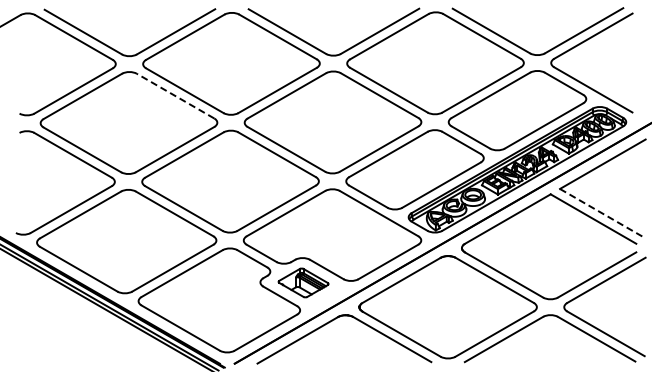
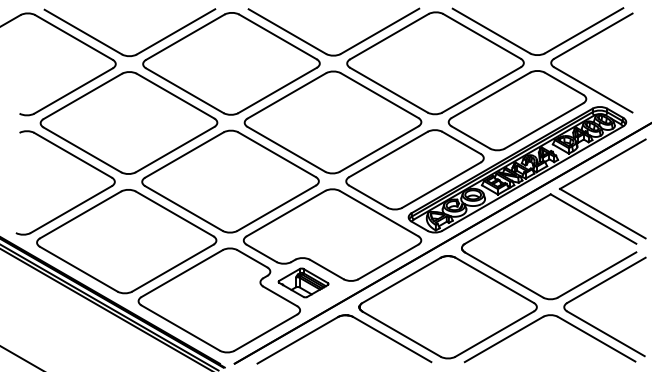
line at (175, 96): dashed -> solid
line at (603, 213): dashed -> solid
line at (20, 357): none -> present
